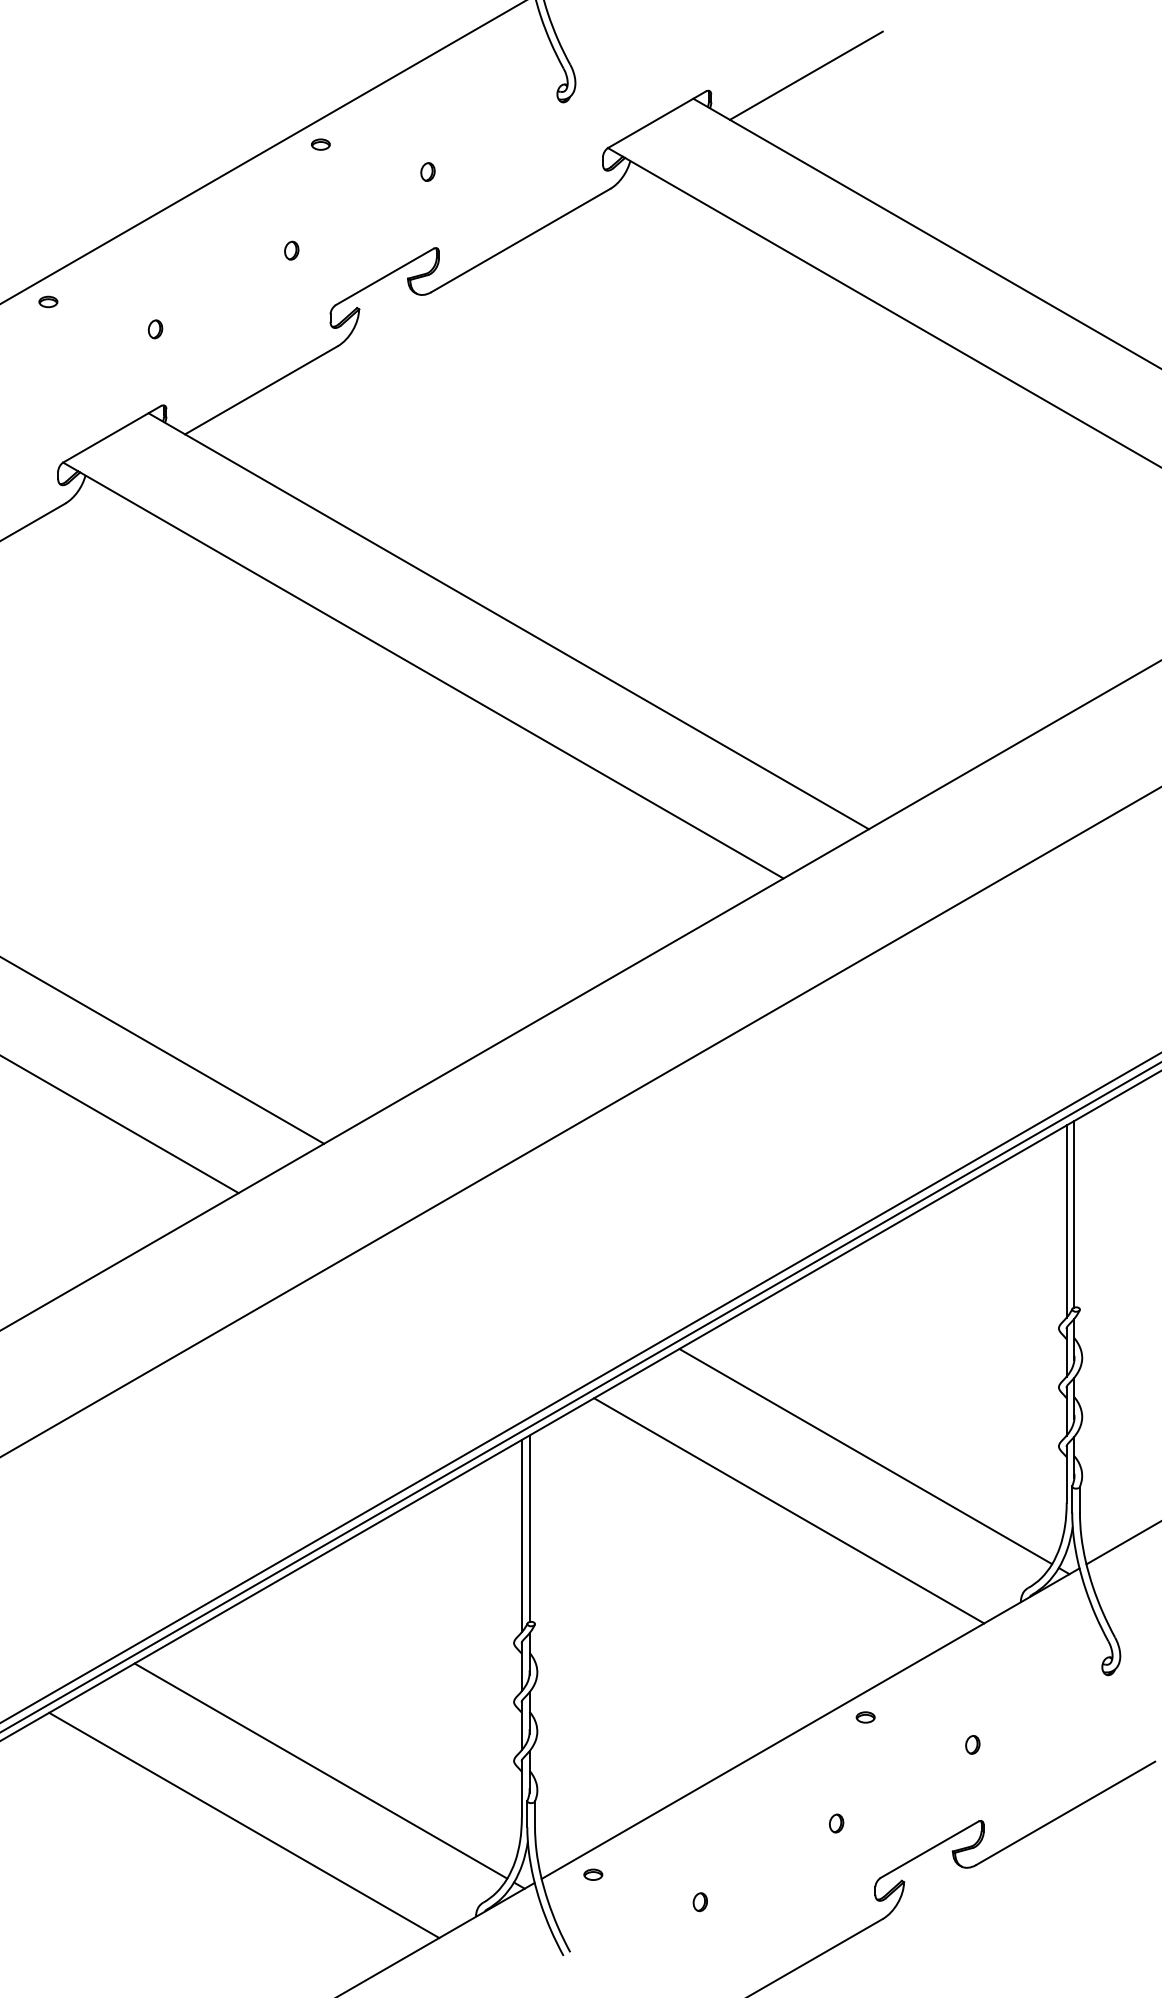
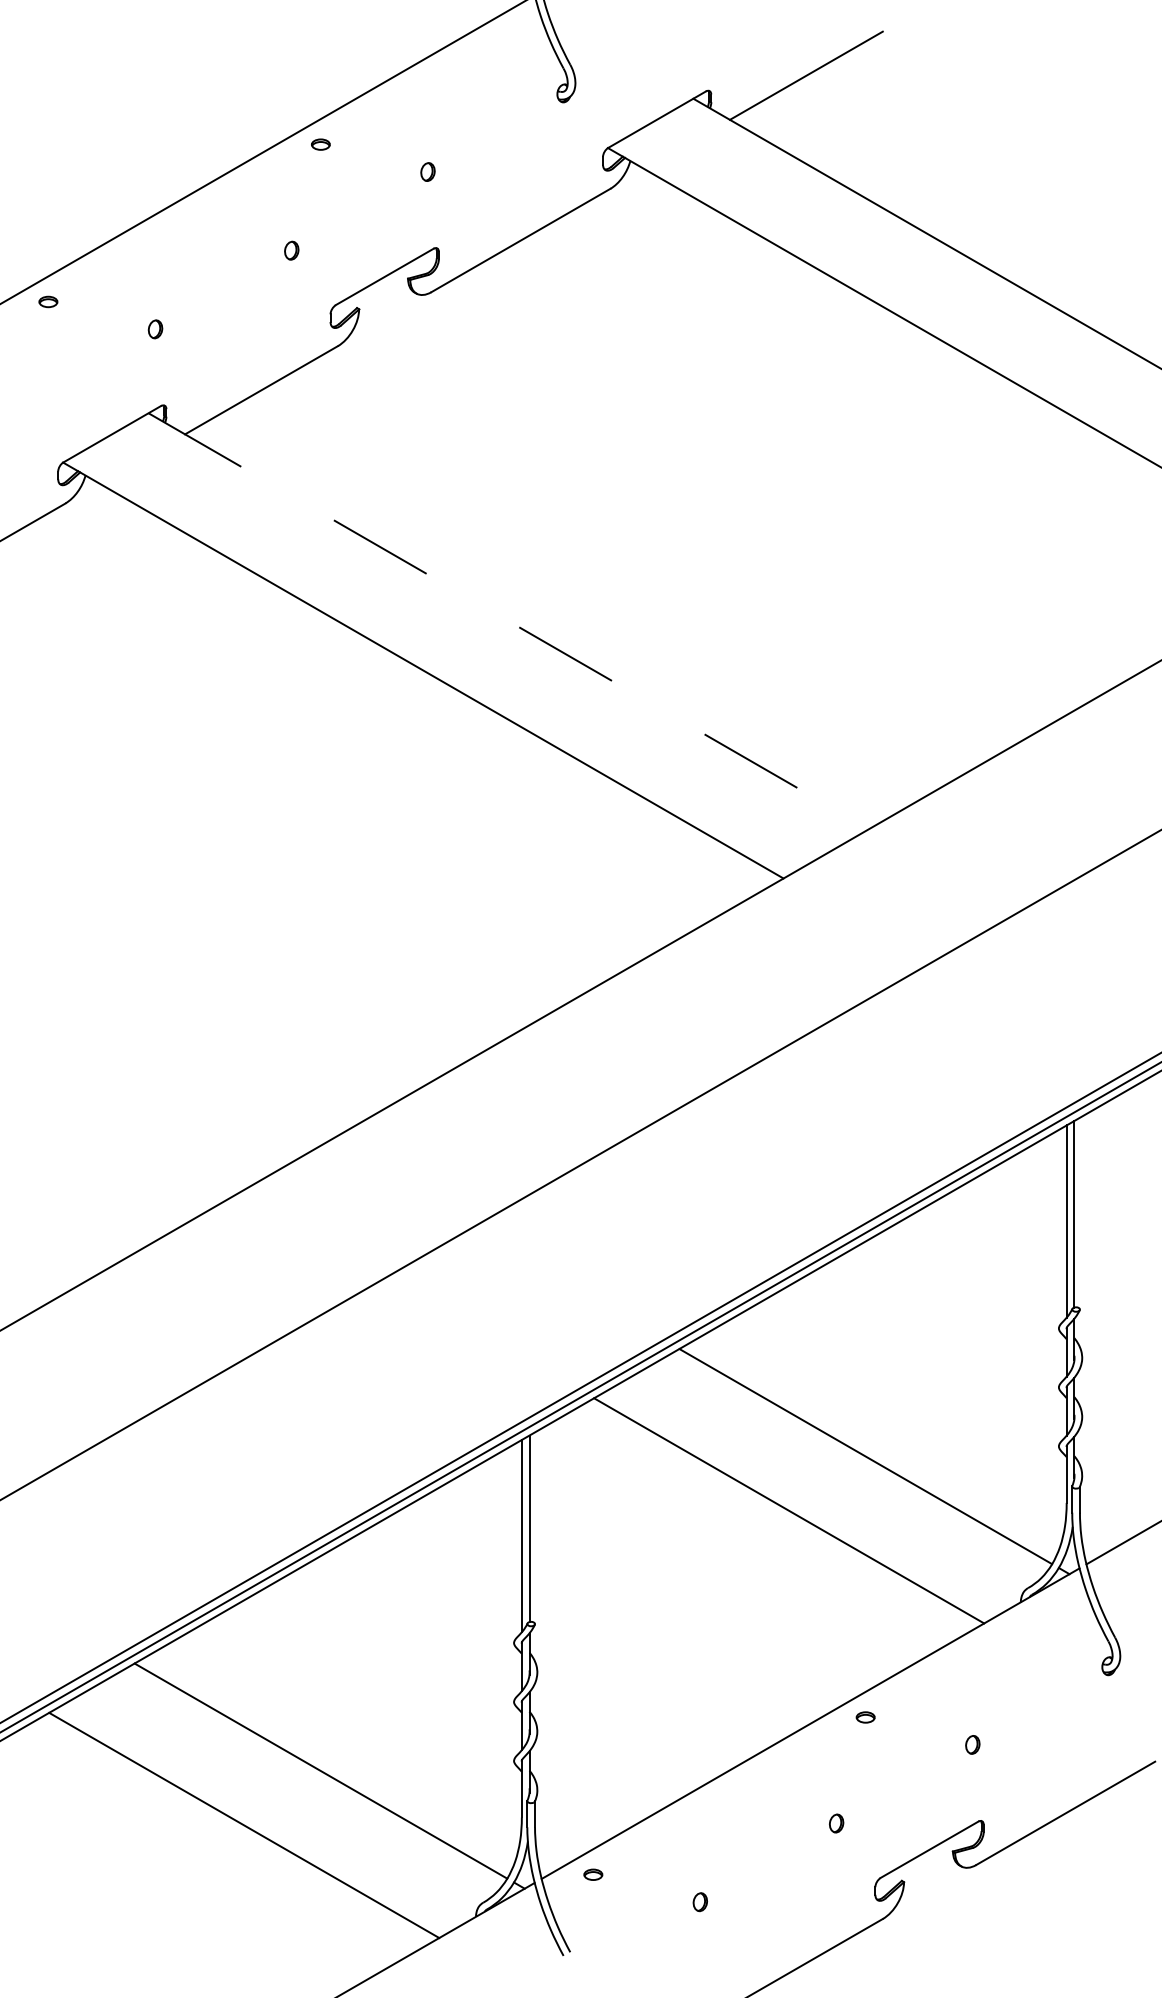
line at (508, 621): solid -> dashed
line at (163, 1050): present -> none
line at (580, 1122) position: (580, 1122) -> (580, 1165)
line at (120, 1124): present -> none
